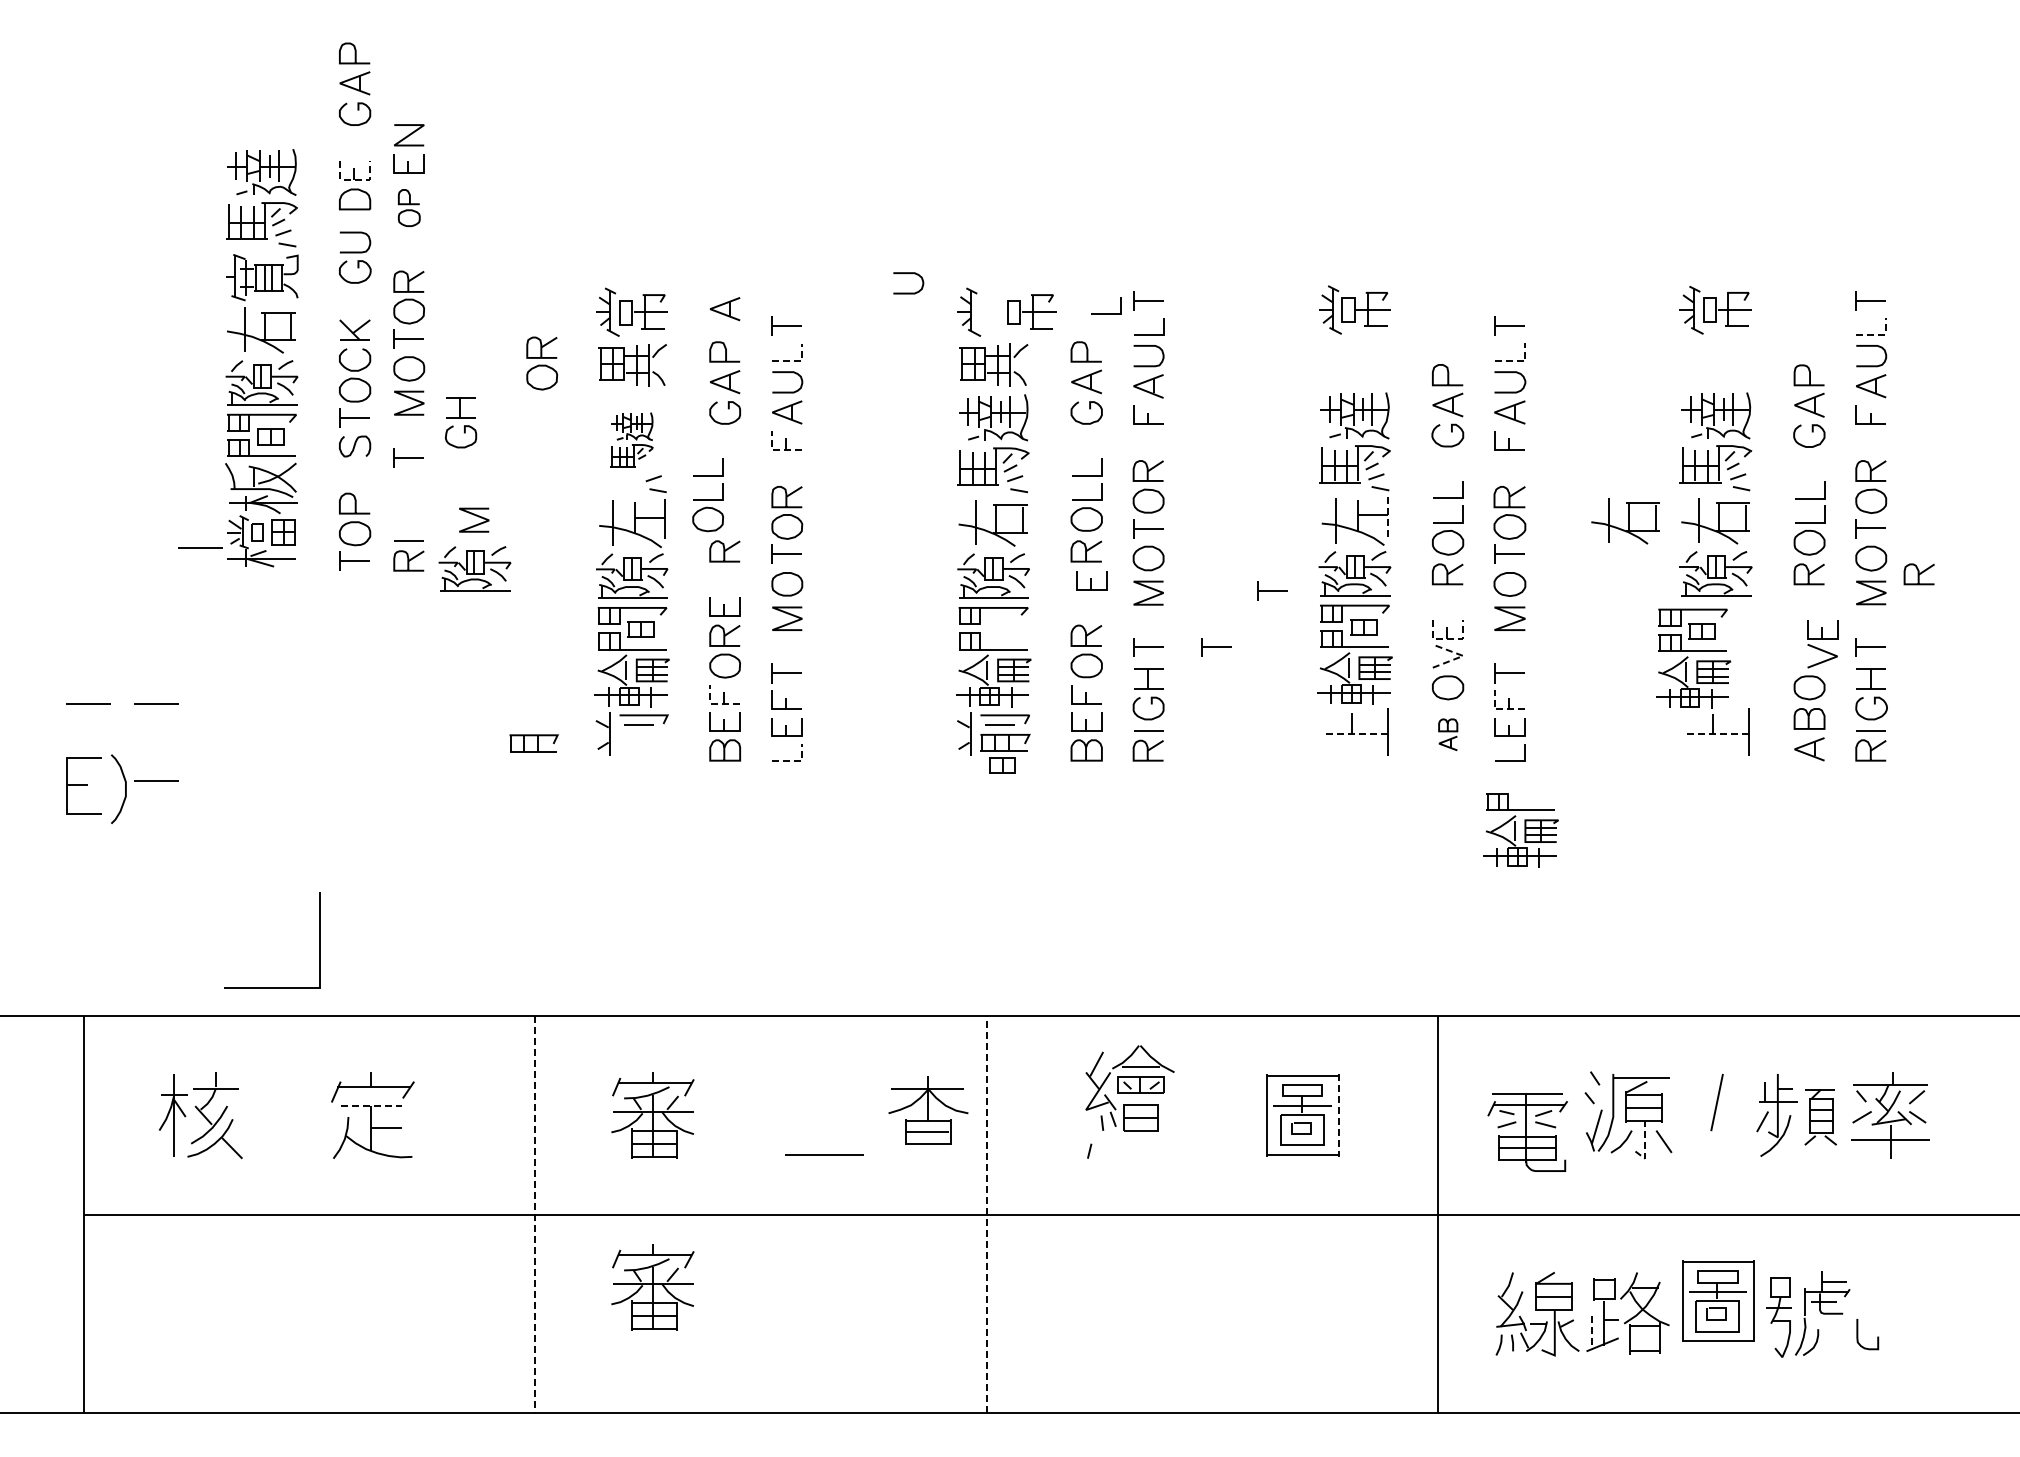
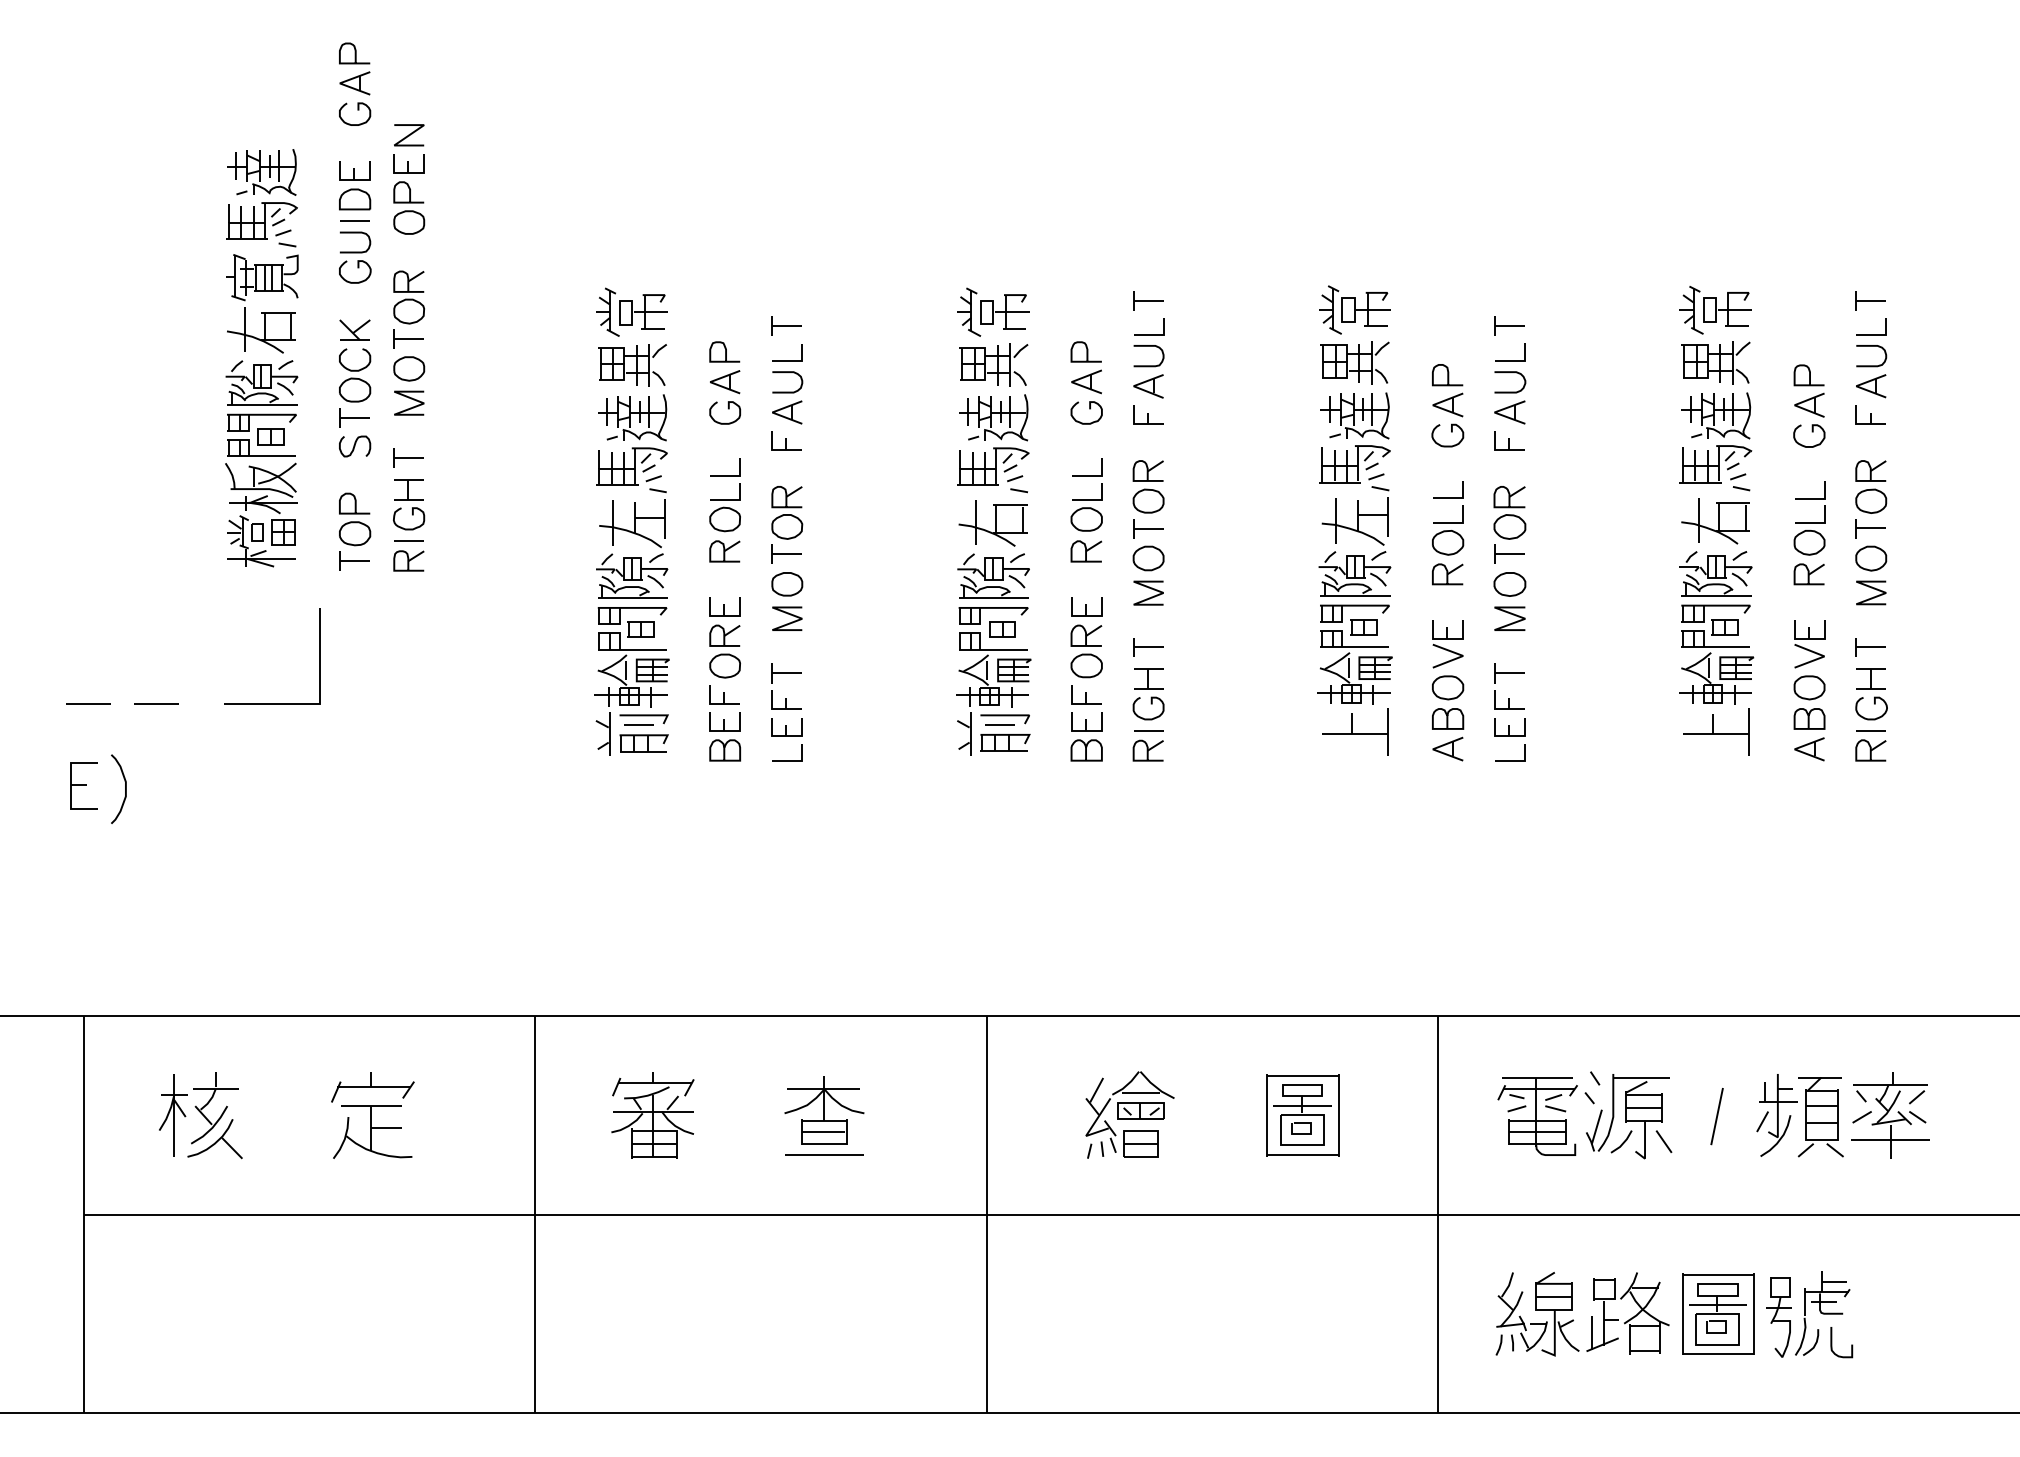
line at (355, 179): dashed -> solid
part at (409, 207) size: 23x38 px -> 33x54 px
line at (354, 220): none -> present
curve at (908, 274): present -> none
part at (725, 309): present -> none
part at (1031, 311) position: (1031, 311) -> (1004, 311)
line at (1106, 313): present -> none
line at (1880, 334): dashed -> solid
line at (797, 360): dashed -> solid
line at (1519, 360): dashed -> solid
part at (1354, 362): none -> present
part at (1715, 362): none -> present
part at (541, 363): present -> none
part at (461, 422) position: (461, 422) -> (409, 504)
part at (631, 439) size: 44x56 px -> 72x92 px
line at (777, 449): dashed -> solid
part at (707, 495) position: (707, 495) -> (724, 495)
line at (476, 516): present -> none
line at (1387, 516): dashed -> solid
part at (1625, 521): present -> none
line at (200, 547): present -> none
part at (474, 568): present -> none
part at (1918, 574): present -> none
part at (1091, 580) position: (1091, 580) -> (1086, 606)
part at (1272, 590): present -> none
line at (1448, 638): dashed -> solid
part at (1822, 644) position: (1822, 644) -> (1809, 644)
part at (1216, 647): present -> none
line at (1463, 655): dashed -> solid
part at (1693, 658) position: (1693, 658) -> (1716, 654)
line at (714, 703): dashed -> solid
line at (1499, 709): dashed -> solid
line at (1354, 733): dashed -> solid
line at (1715, 733): dashed -> solid
part at (1448, 734) size: 21x34 px -> 33x54 px
part at (533, 743) position: (533, 743) -> (643, 743)
line at (796, 760): dashed -> solid
part at (1002, 765) position: (1002, 765) -> (1002, 629)
line at (156, 780): present -> none
part at (83, 785) size: 36x58 px -> 28x48 px
part at (1520, 830): present -> none
line at (319, 940) position: (319, 940) -> (319, 656)
part at (1129, 1088) position: (1129, 1088) -> (1129, 1114)
line at (1716, 1102) position: (1716, 1102) -> (1716, 1116)
line at (371, 1106): dashed -> solid
part at (928, 1110) position: (928, 1110) -> (824, 1110)
line at (1339, 1115): dashed -> solid
part at (1820, 1117) size: 33x57 px -> 47x81 px
part at (1527, 1132) position: (1527, 1132) -> (1537, 1116)
line at (1645, 1145): dashed -> solid
line at (535, 1214): dashed -> solid
line at (986, 1214): dashed -> solid
part at (652, 1287): present -> none
part at (1718, 1300) position: (1718, 1300) -> (1718, 1313)
line at (1591, 1333): dashed -> solid
curve at (1858, 1334) position: (1858, 1334) -> (1832, 1342)
